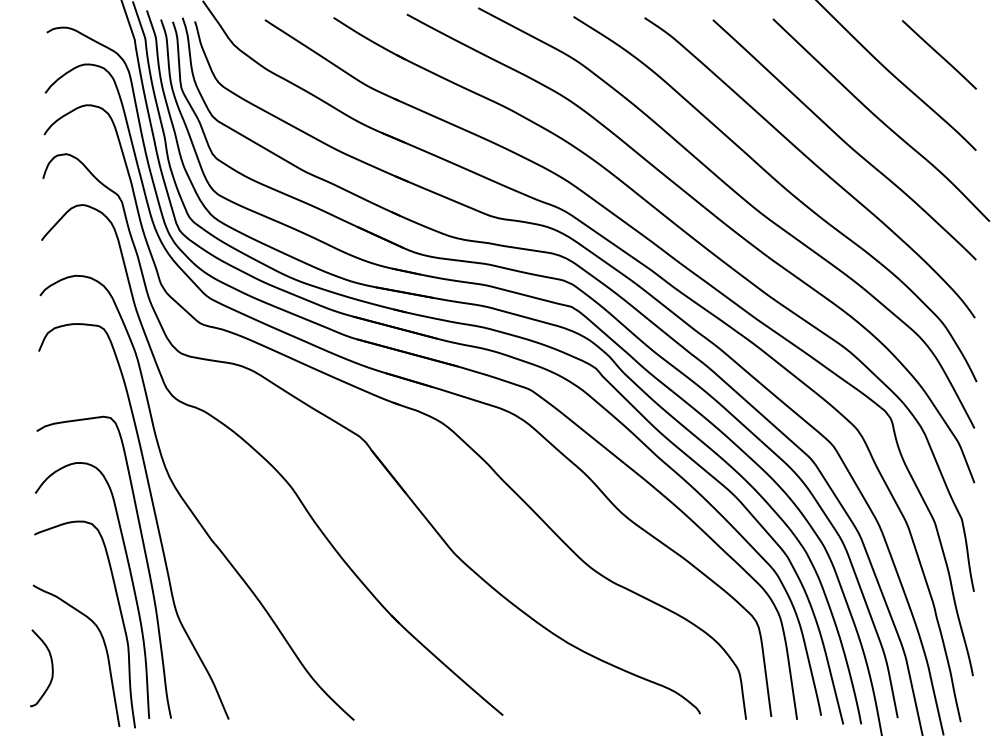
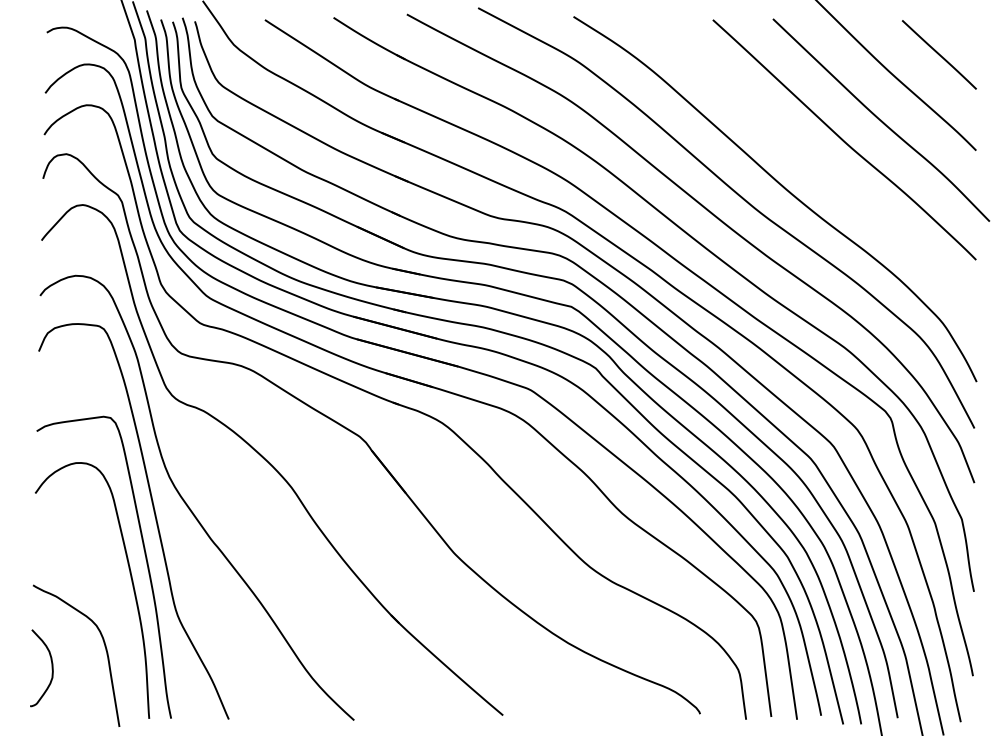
curve at (812, 163): present -> none
curve at (120, 615): present -> none
